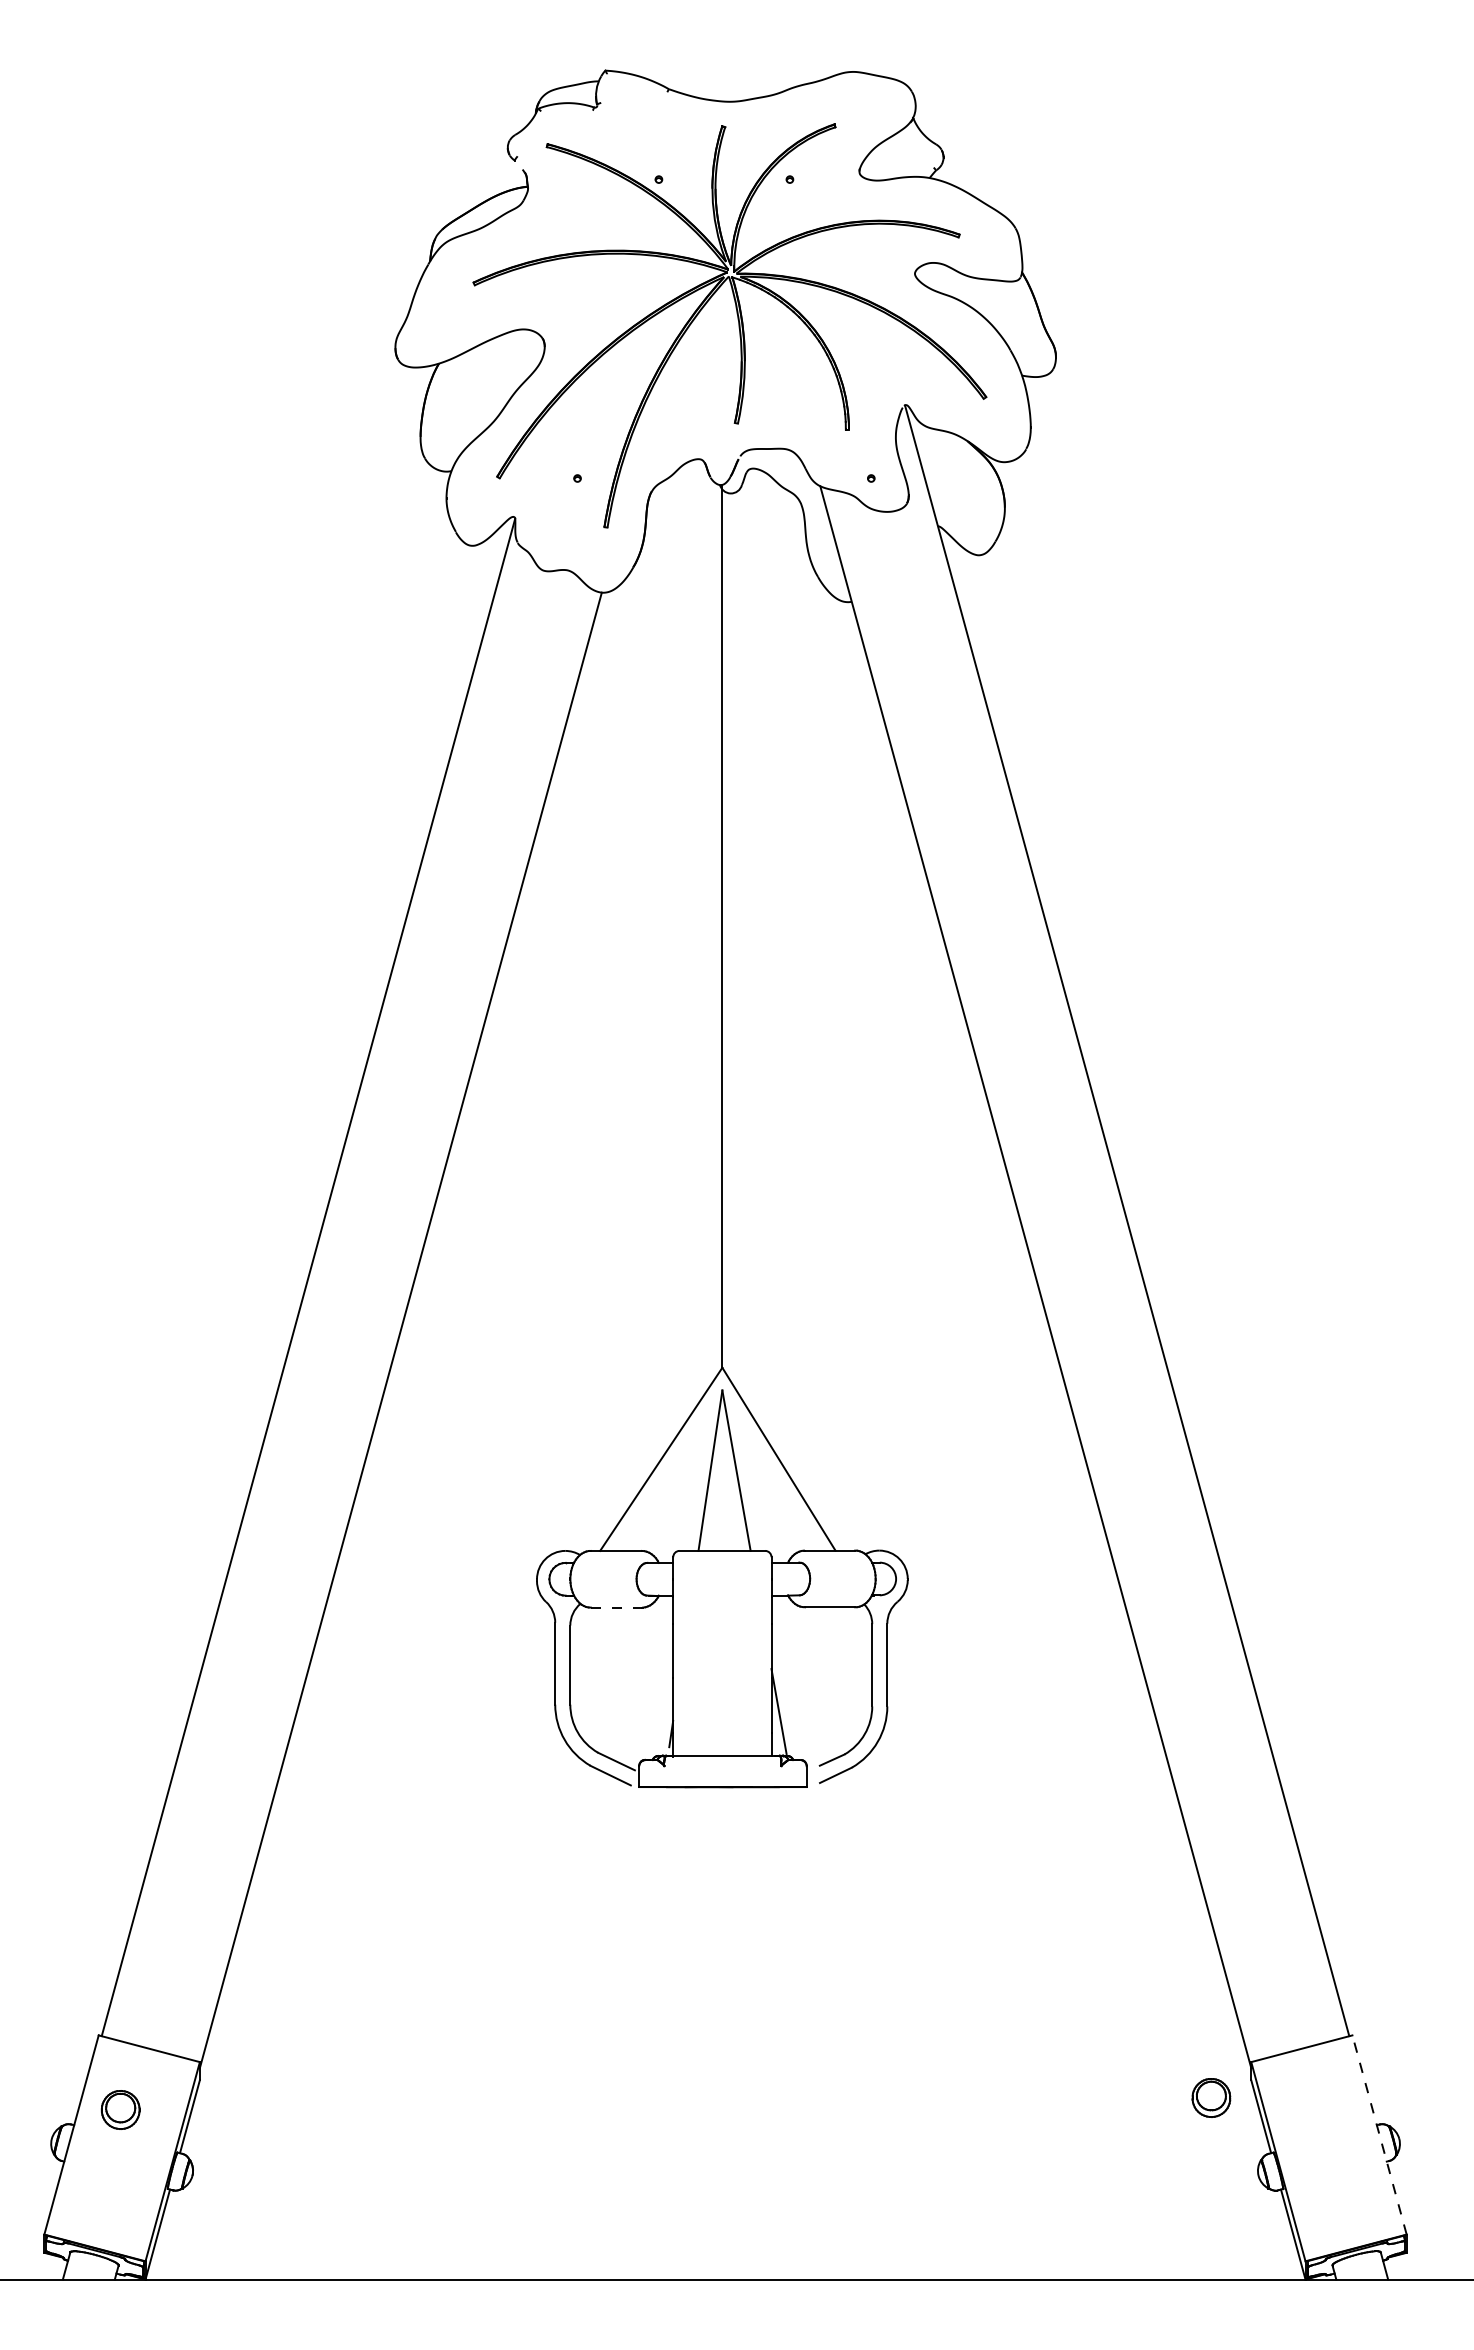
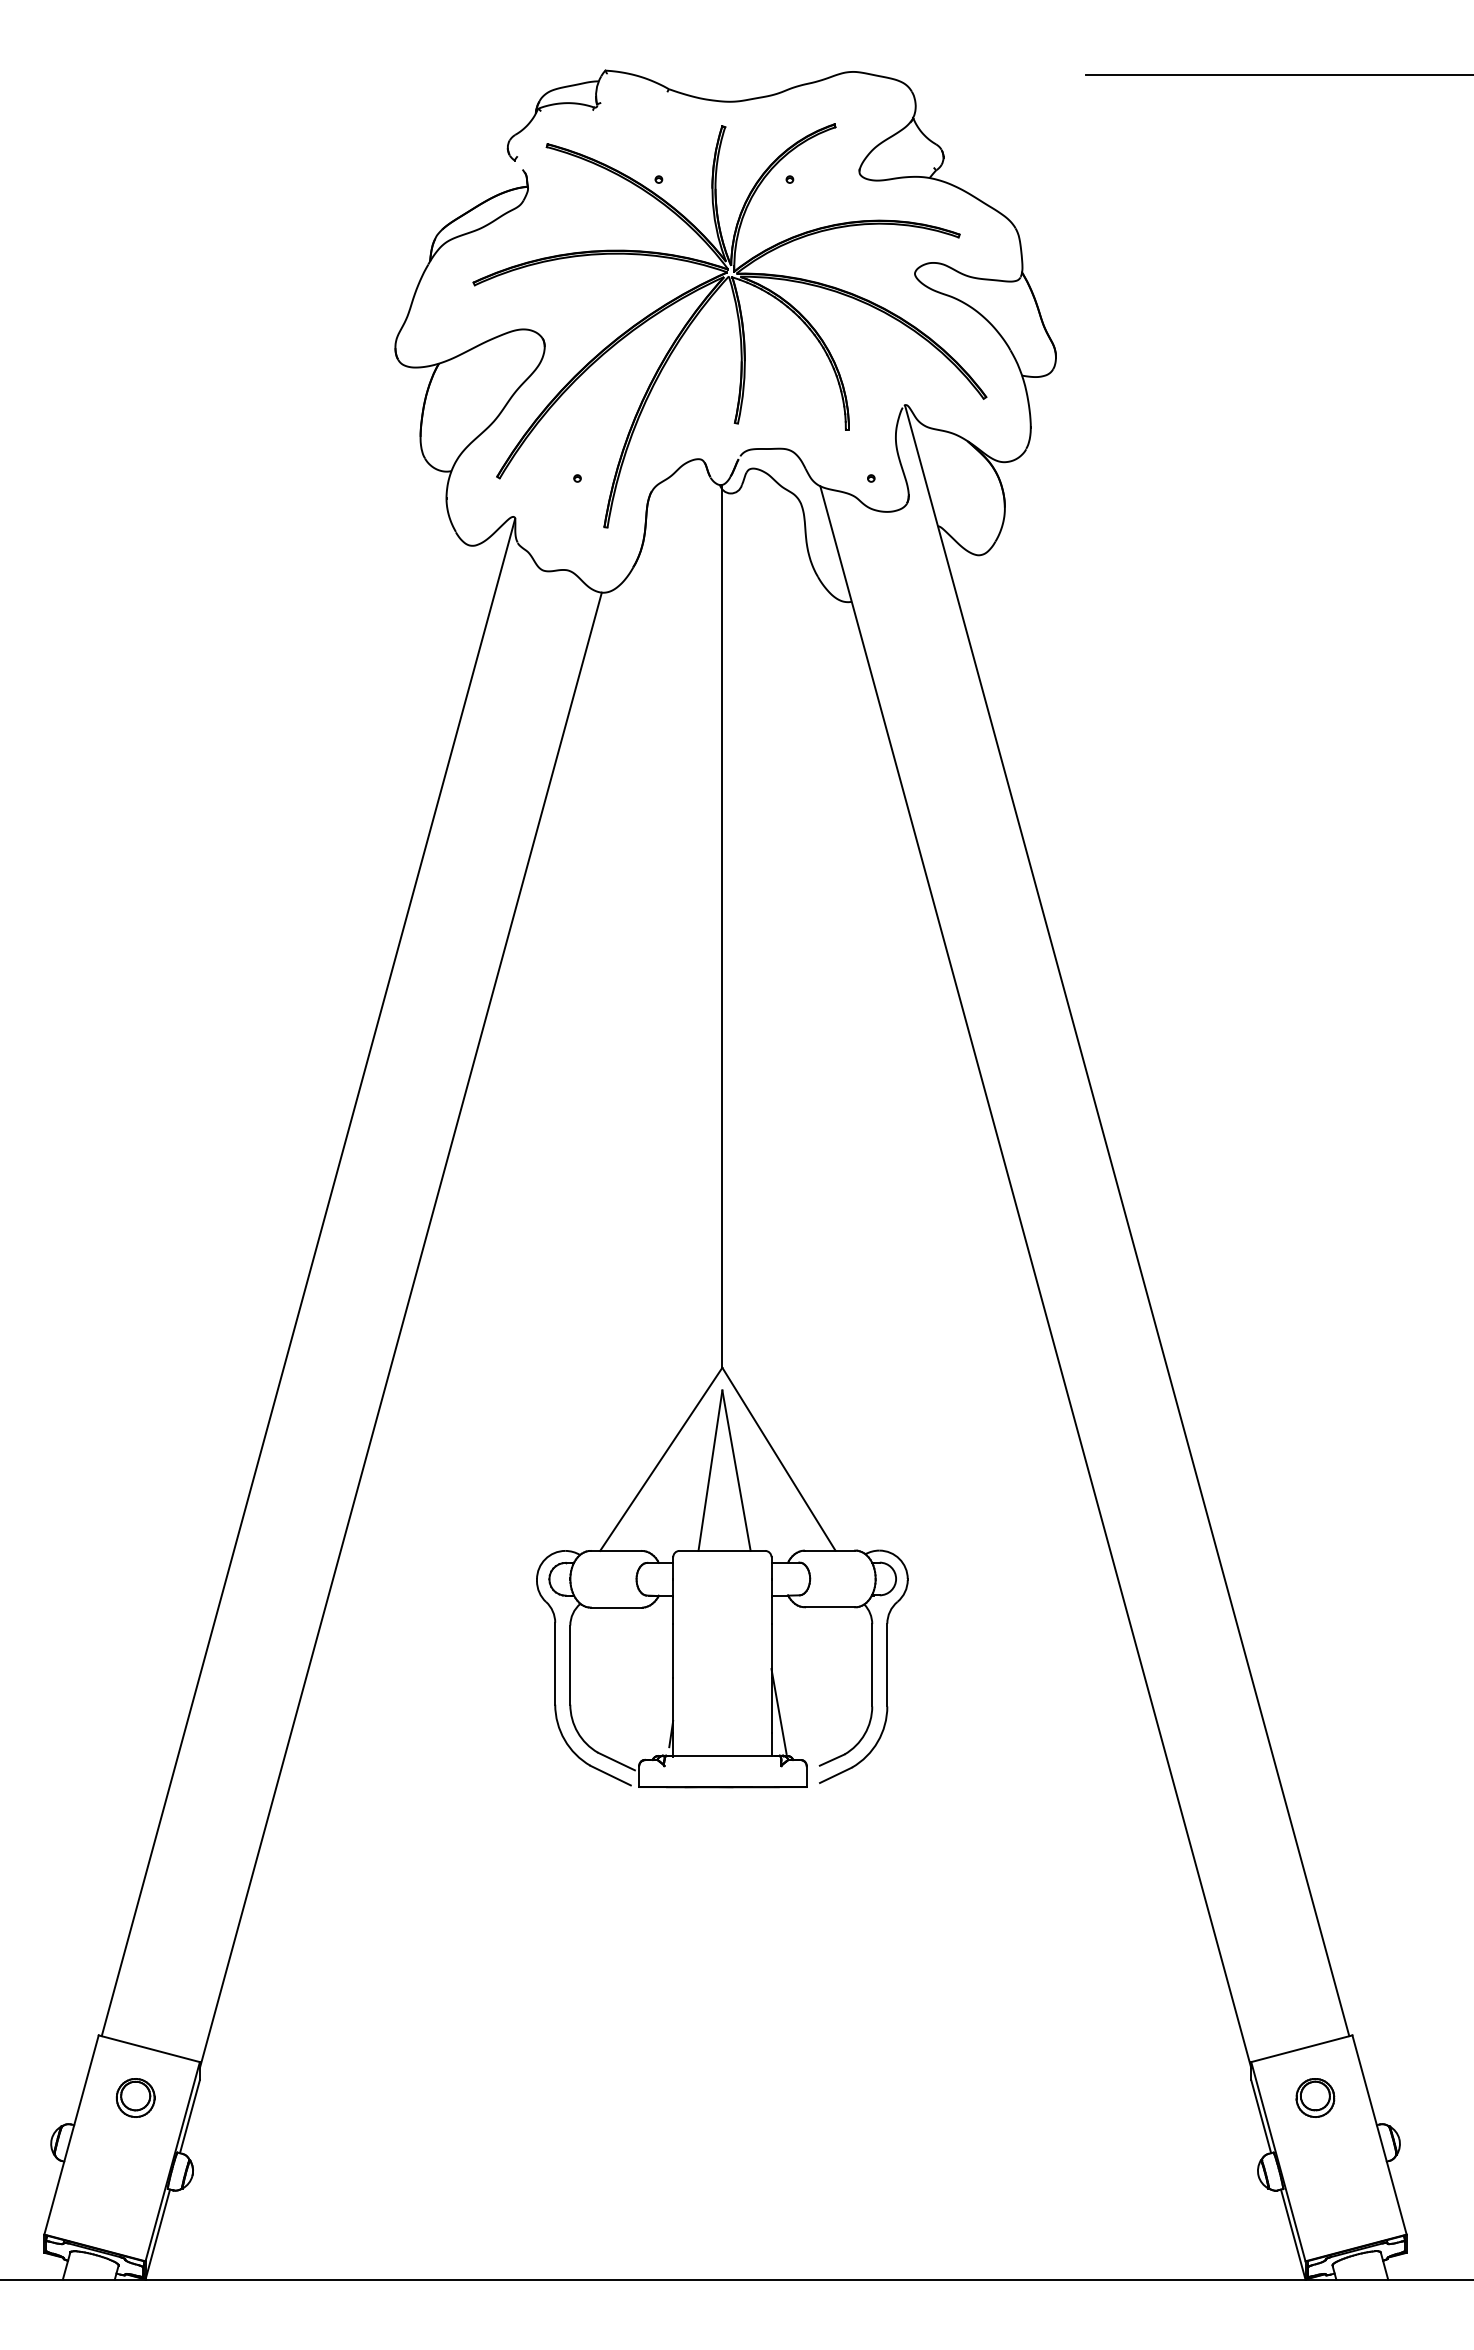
line at (1278, 75): none -> present
line at (616, 1607): dashed -> solid
part at (1211, 2097) position: (1211, 2097) -> (1315, 2097)
part at (120, 2109) position: (120, 2109) -> (135, 2097)
line at (1379, 2134): dashed -> solid
